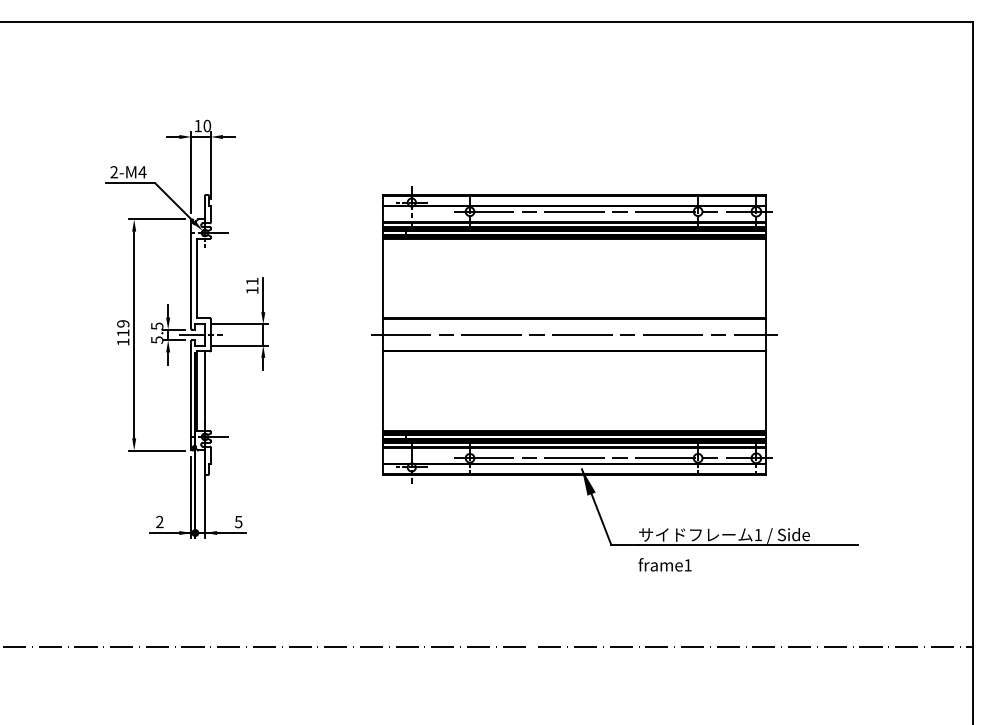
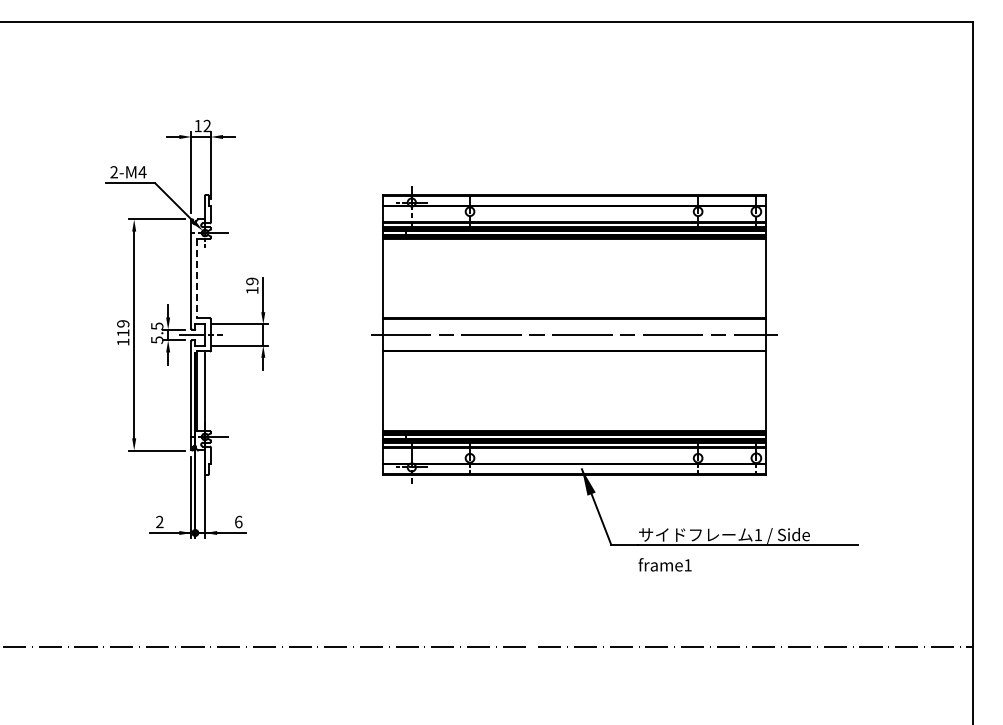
text at (207, 126): 10 -> 12
line at (613, 211): present -> none
line at (197, 278): solid -> dashed
text at (252, 281): 11 -> 19
line at (613, 458): present -> none
text at (238, 521): 5 -> 6
